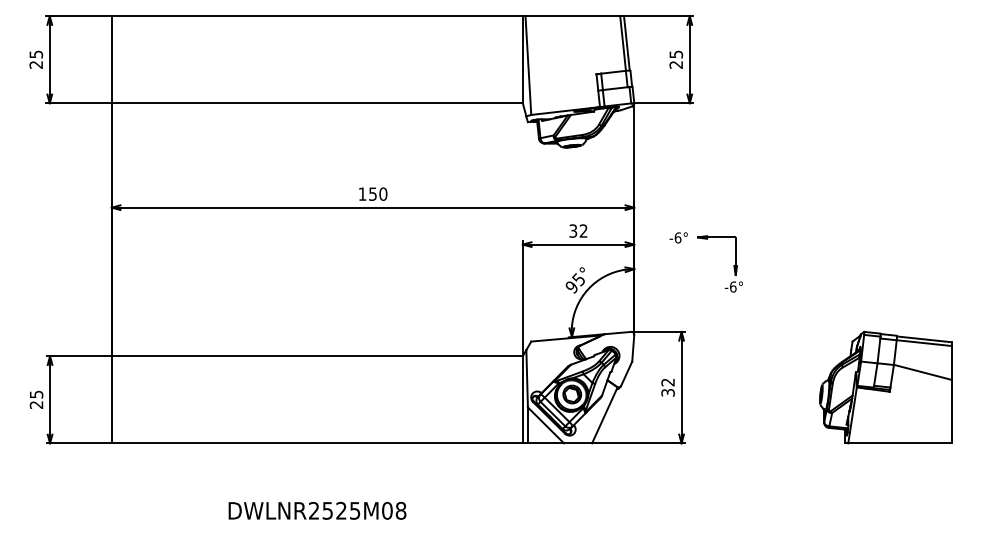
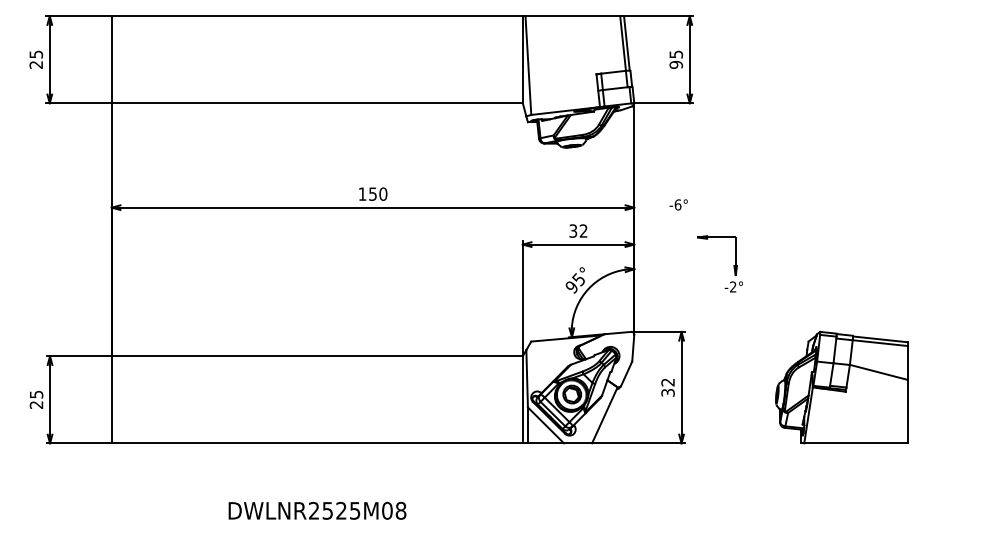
text at (676, 64): 25 -> 95
text at (678, 237) position: (678, 237) -> (678, 204)
text at (733, 286): -6° -> -2°
part at (885, 387) position: (885, 387) -> (841, 387)
